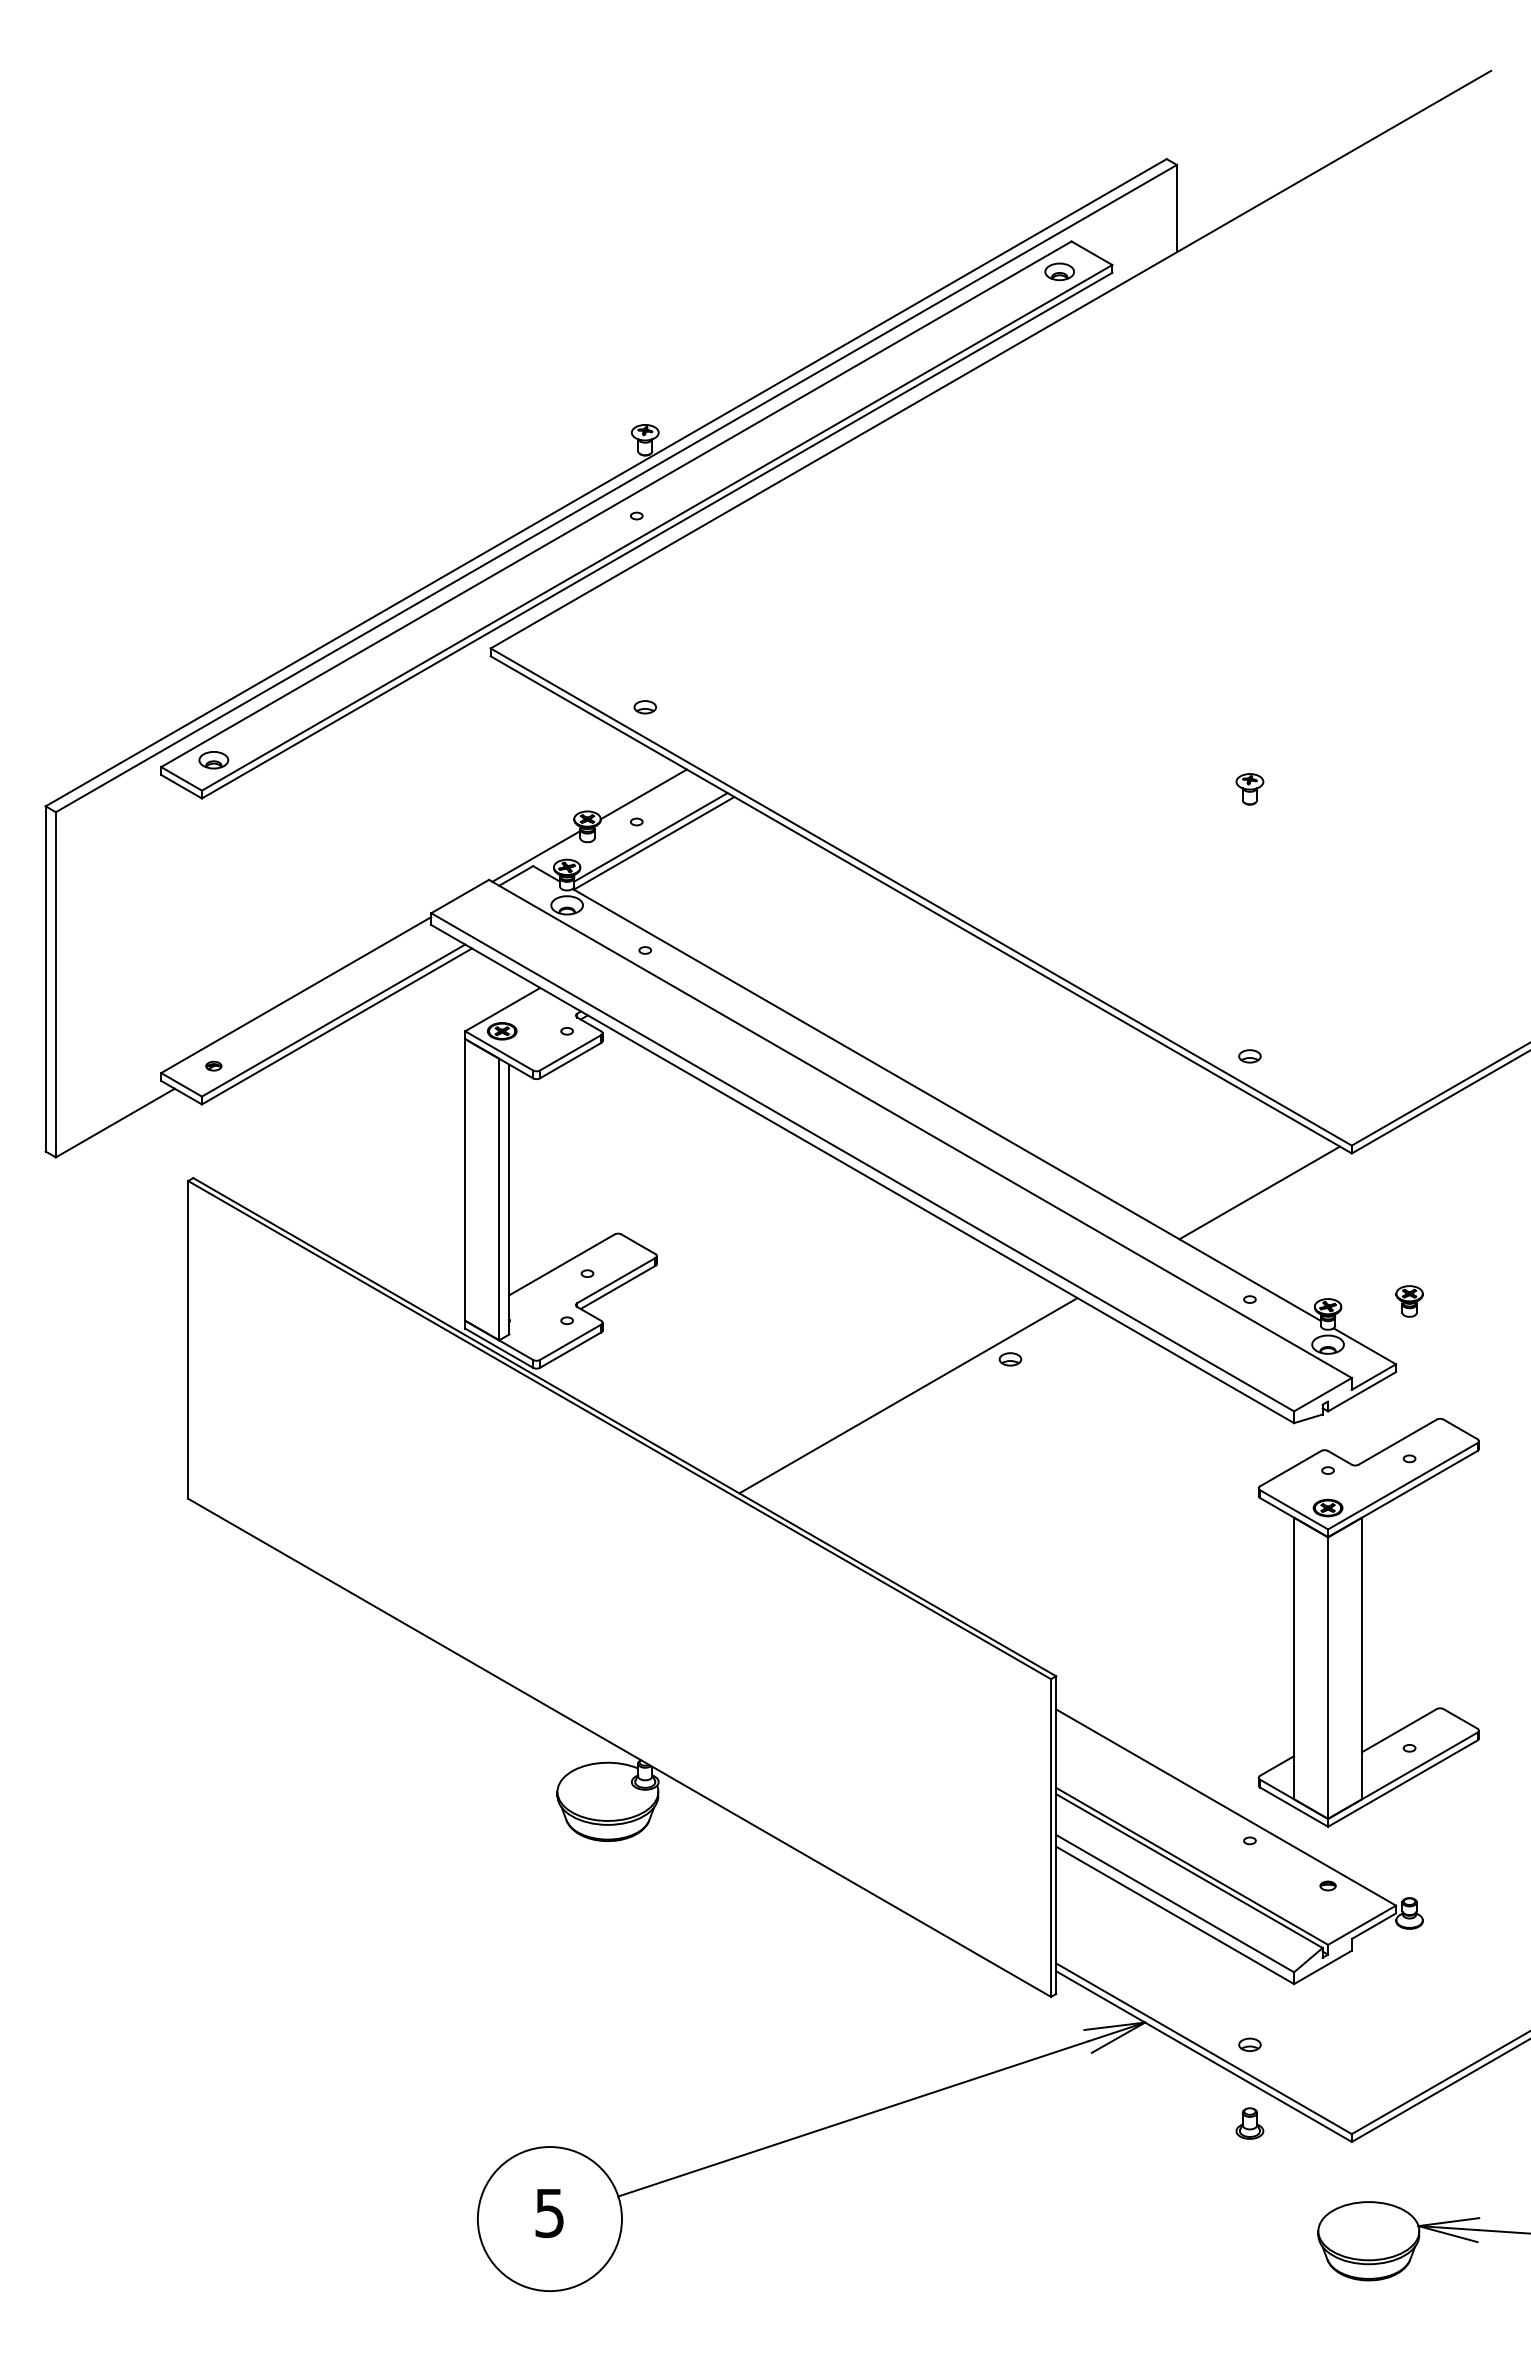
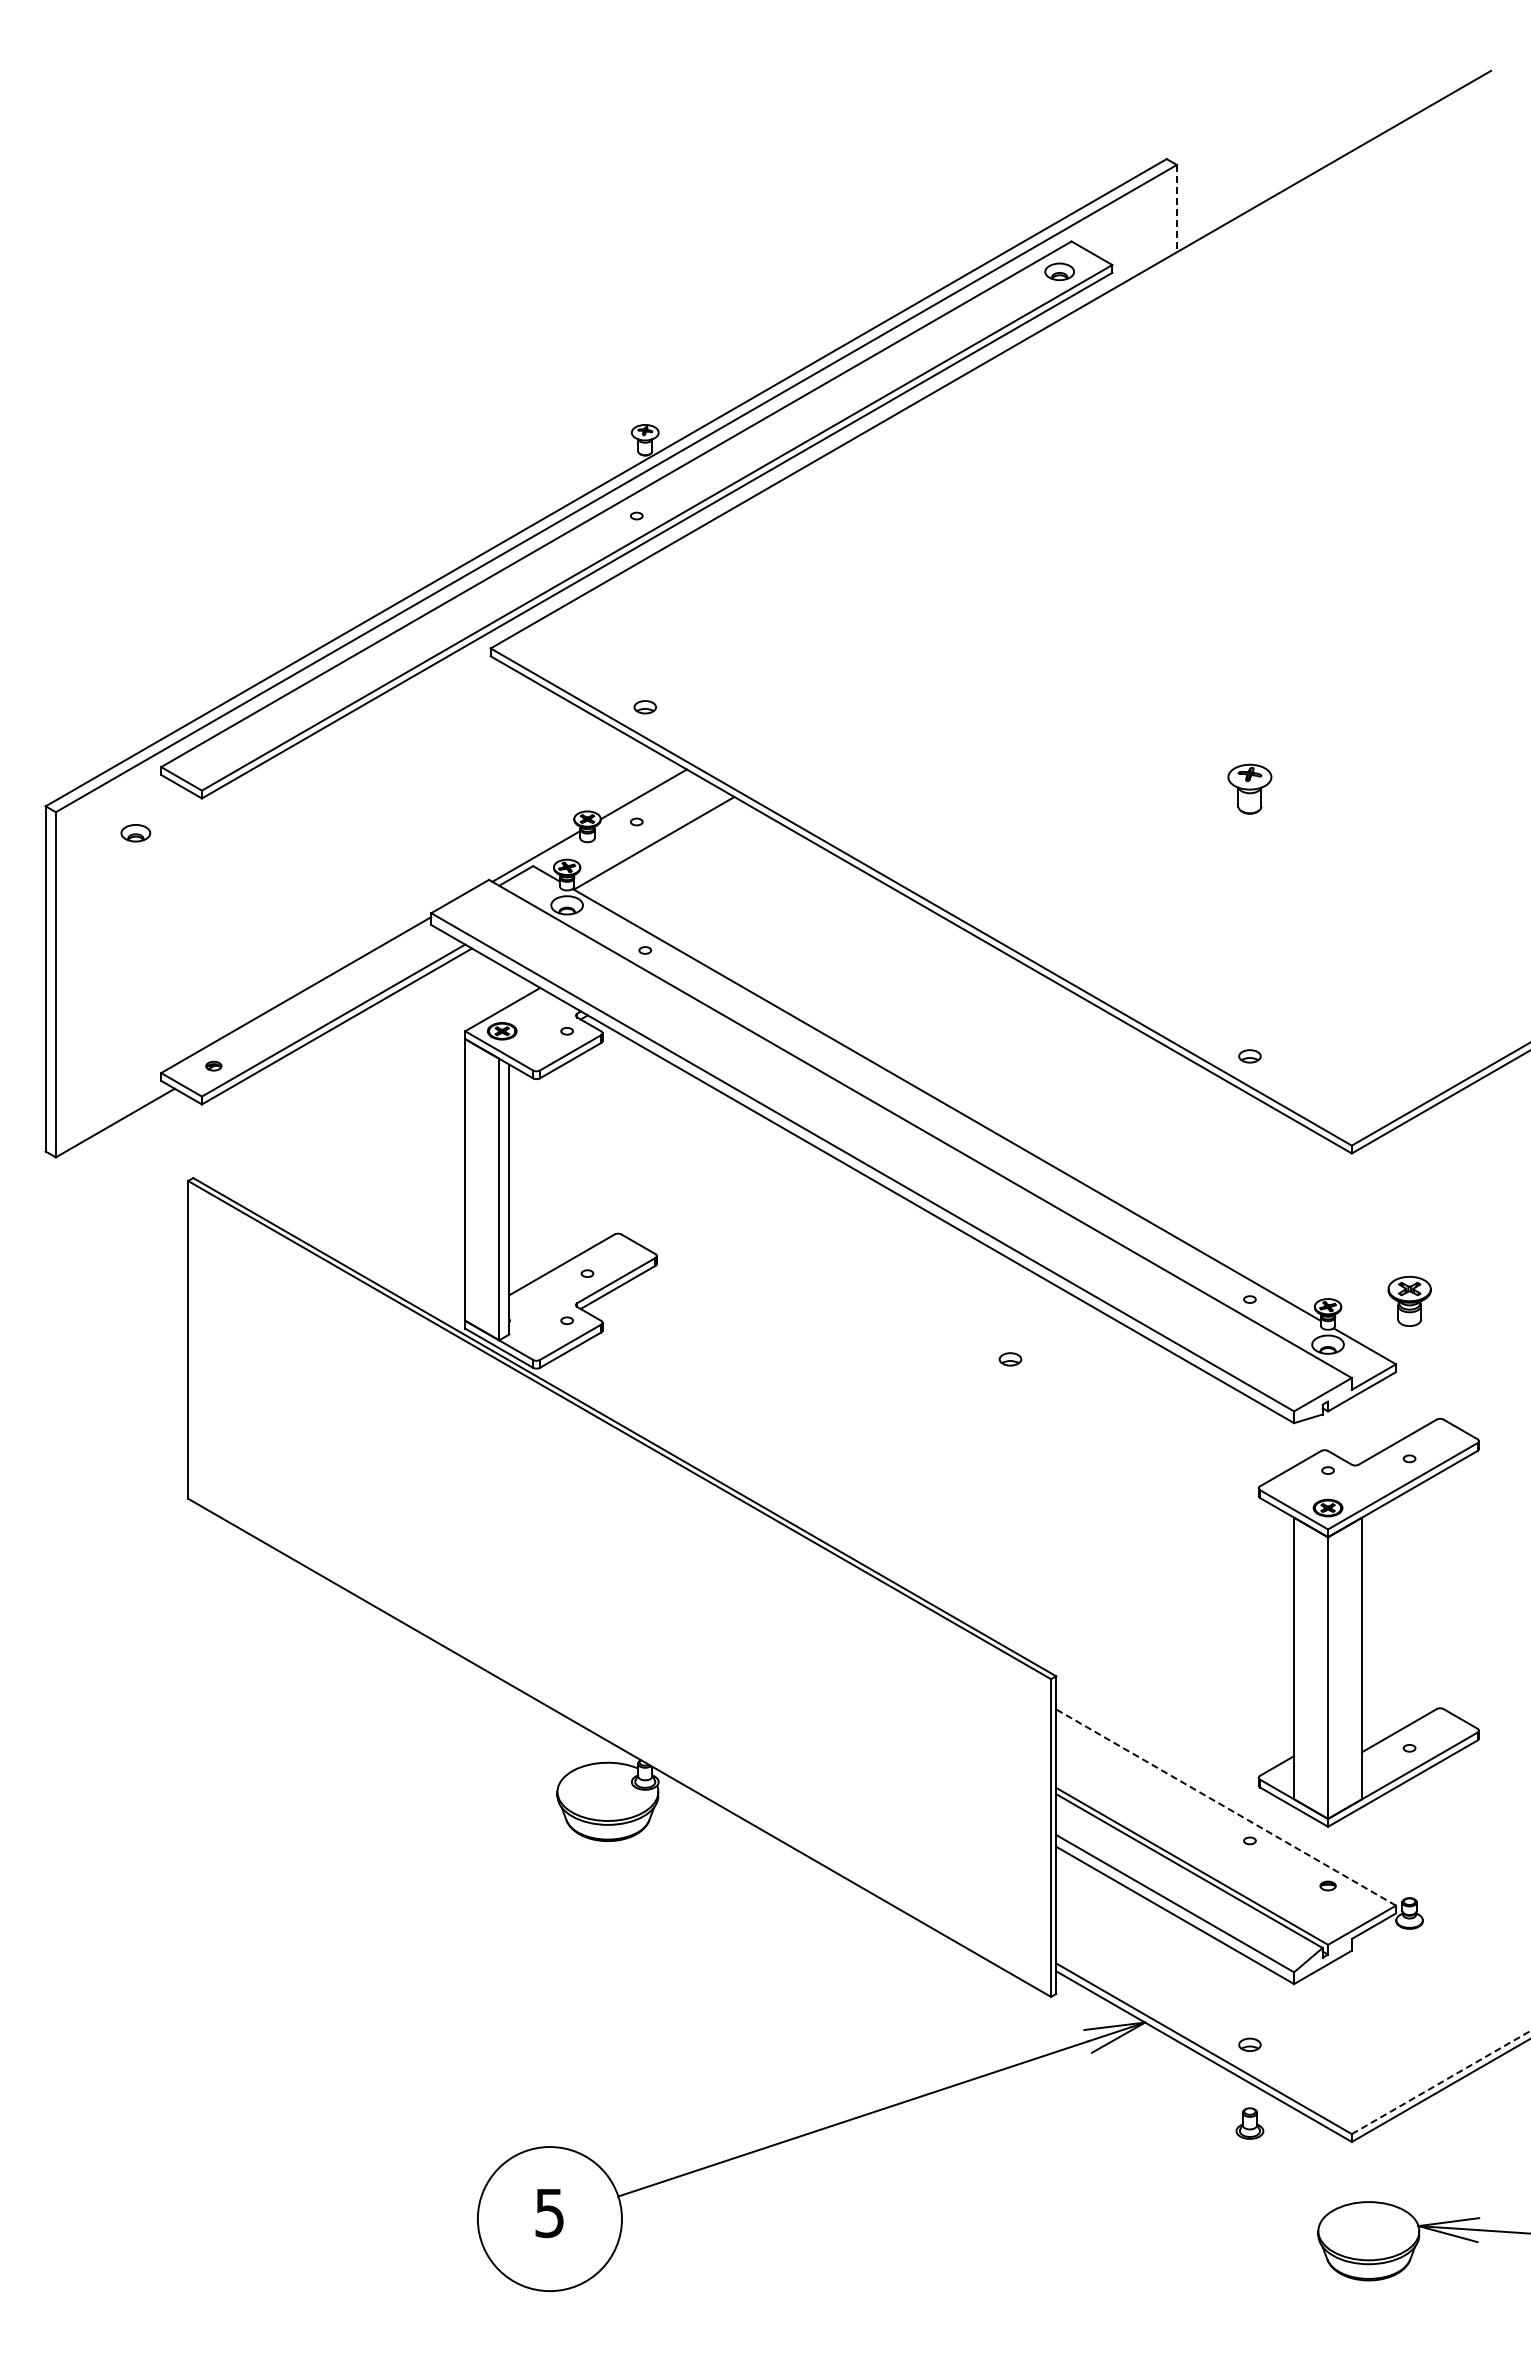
line at (1176, 208): solid -> dashed
part at (213, 760) position: (213, 760) -> (135, 833)
part at (1249, 789) size: 30x33 px -> 46x52 px
line at (650, 837): present -> none
line at (1259, 1192): present -> none
part at (1409, 1301) size: 29x33 px -> 45x51 px
line at (908, 1395): present -> none
line at (1225, 1807): solid -> dashed
line at (1441, 2082): solid -> dashed
